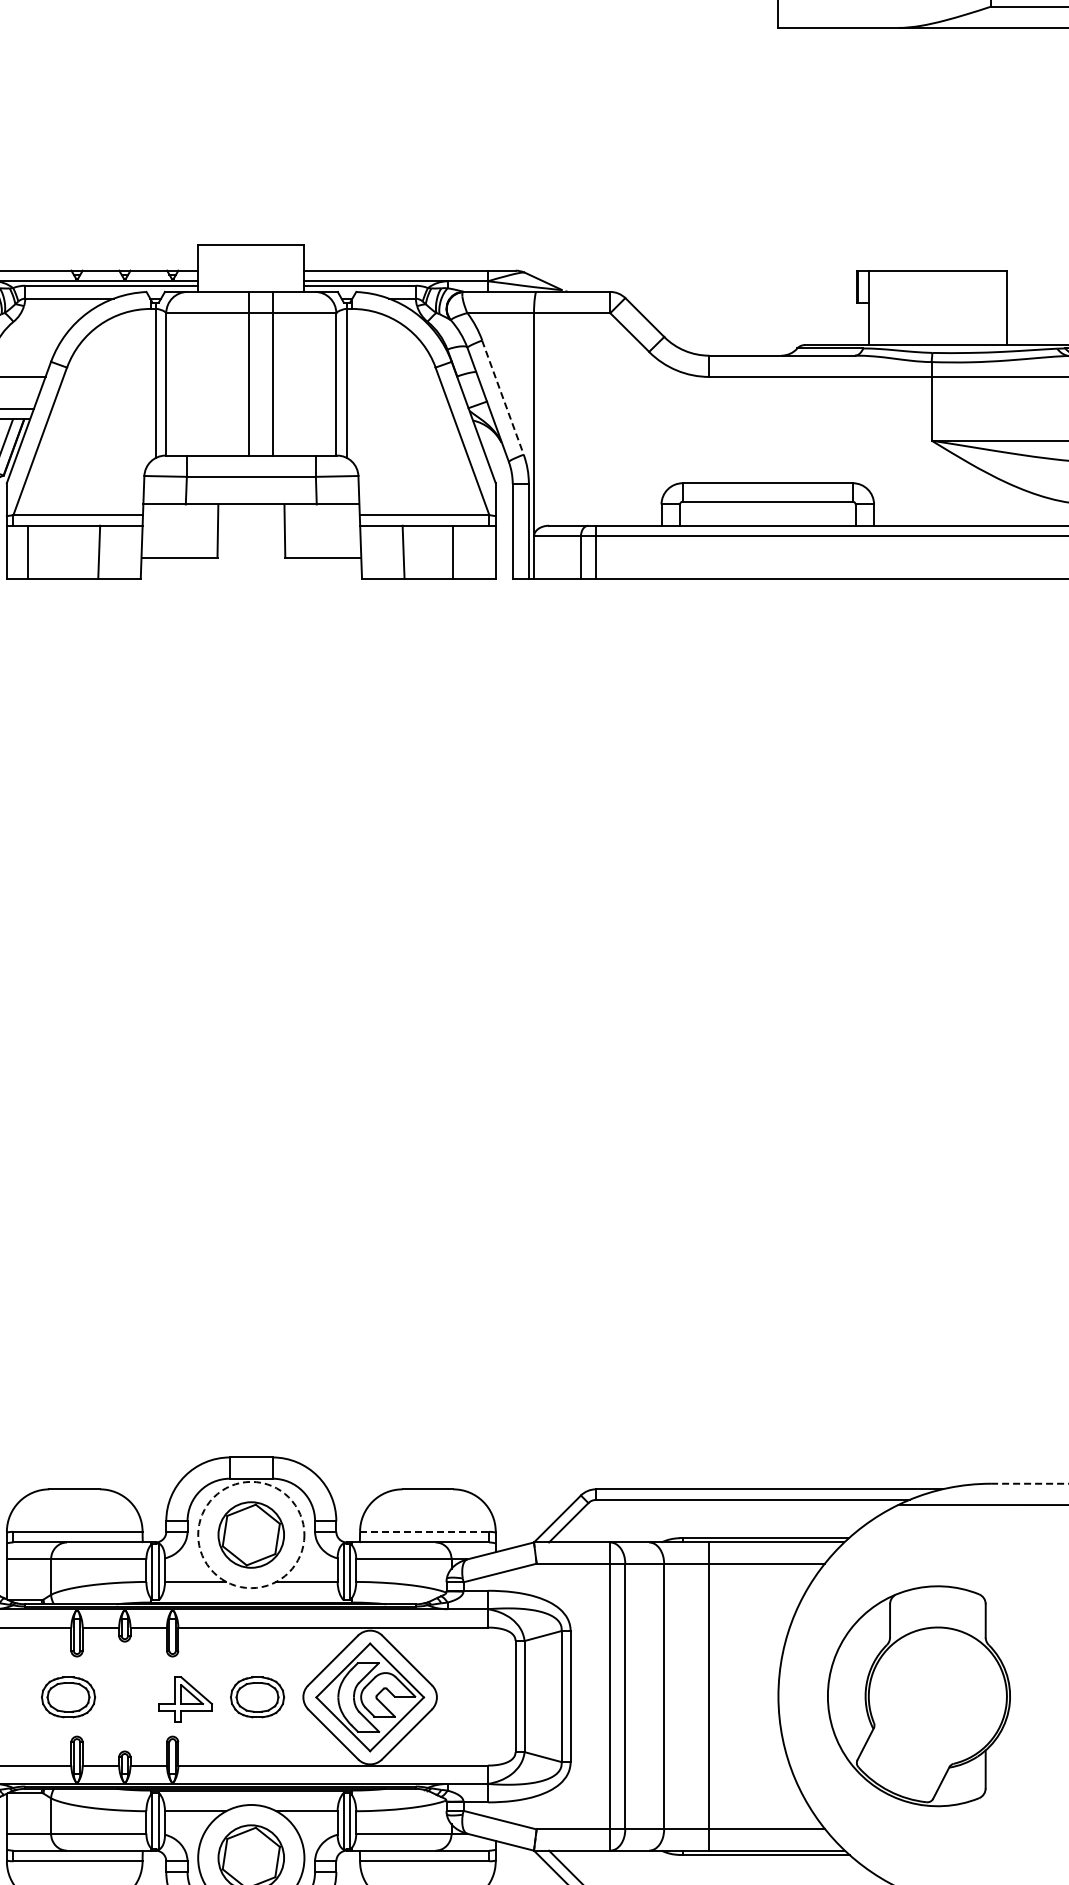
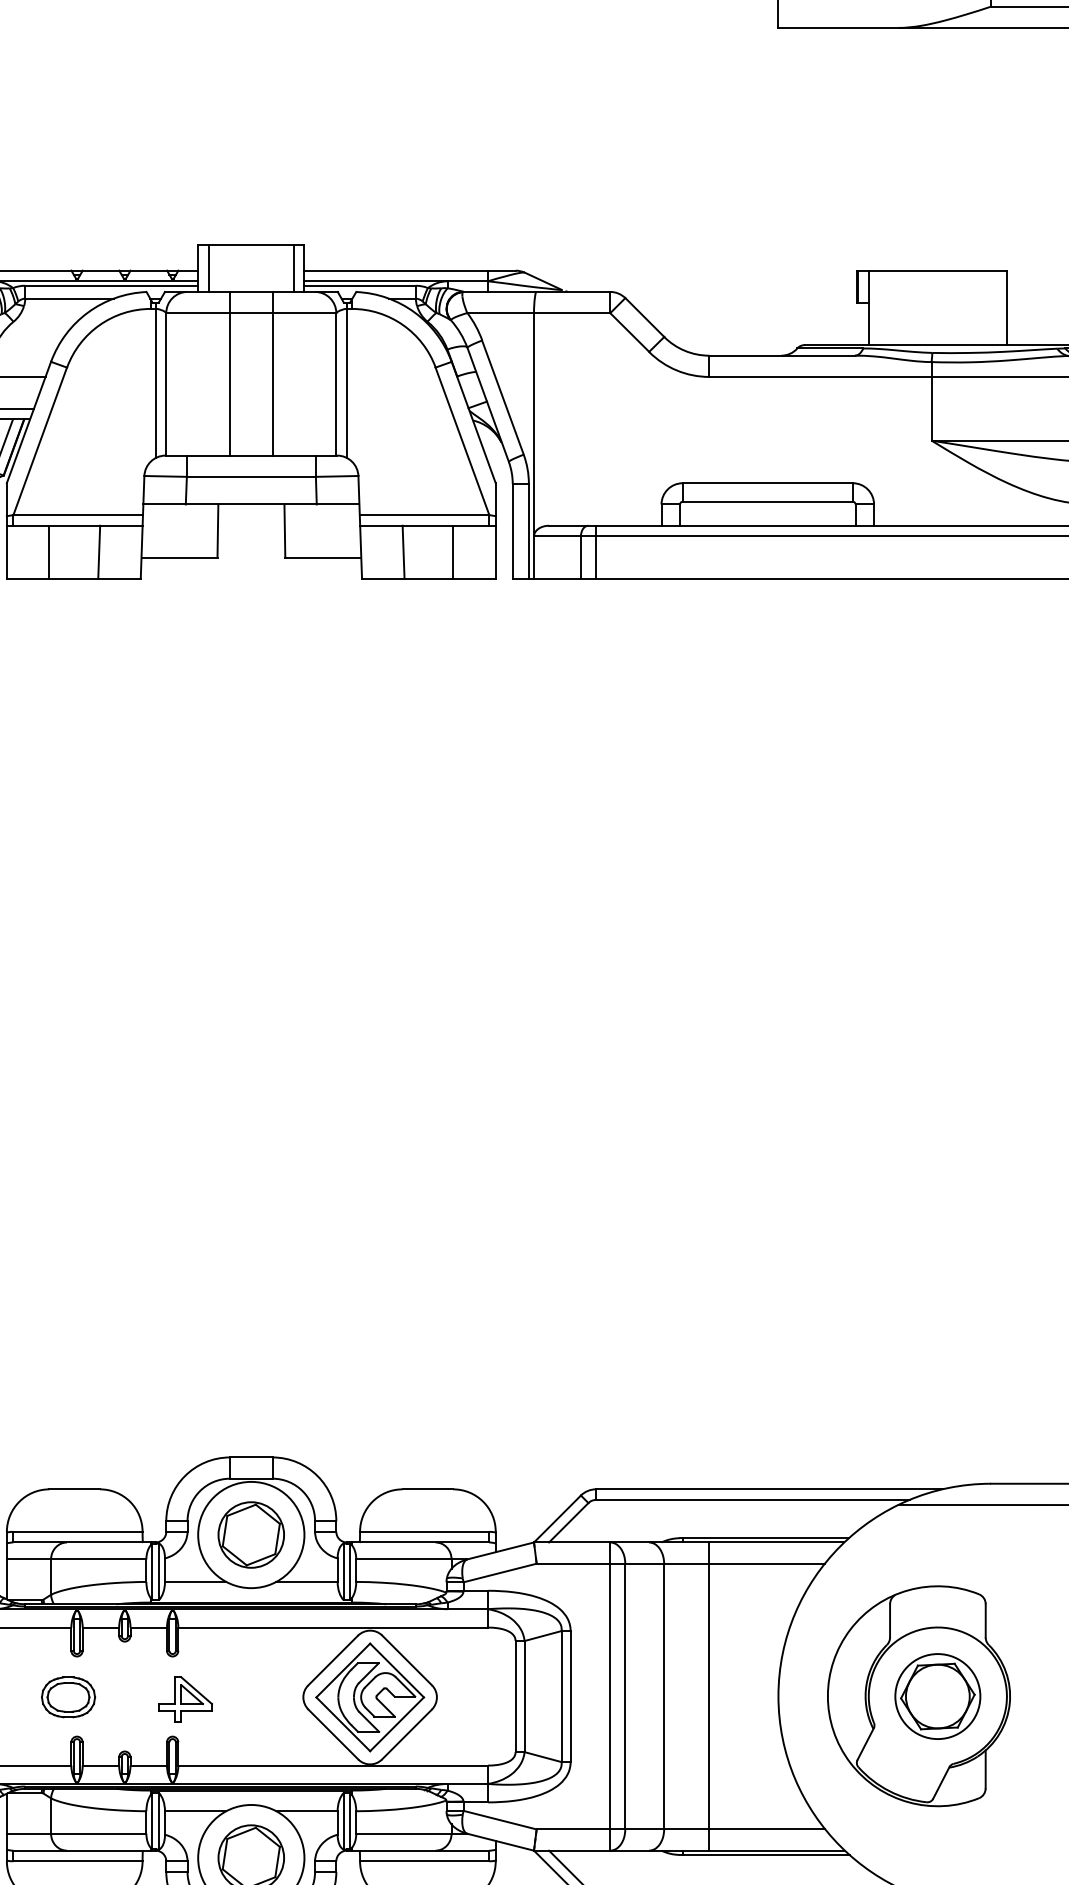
line at (208, 268): none -> present
line at (294, 268): none -> present
line at (249, 373) position: (249, 373) -> (230, 373)
line at (502, 397): dashed -> solid
line at (28, 551) position: (28, 551) -> (49, 551)
line at (1030, 1483): dashed -> solid
line at (424, 1531): dashed -> solid
circle at (251, 1534): dashed -> solid
part at (937, 1696): none -> present
part at (257, 1697): present -> none
